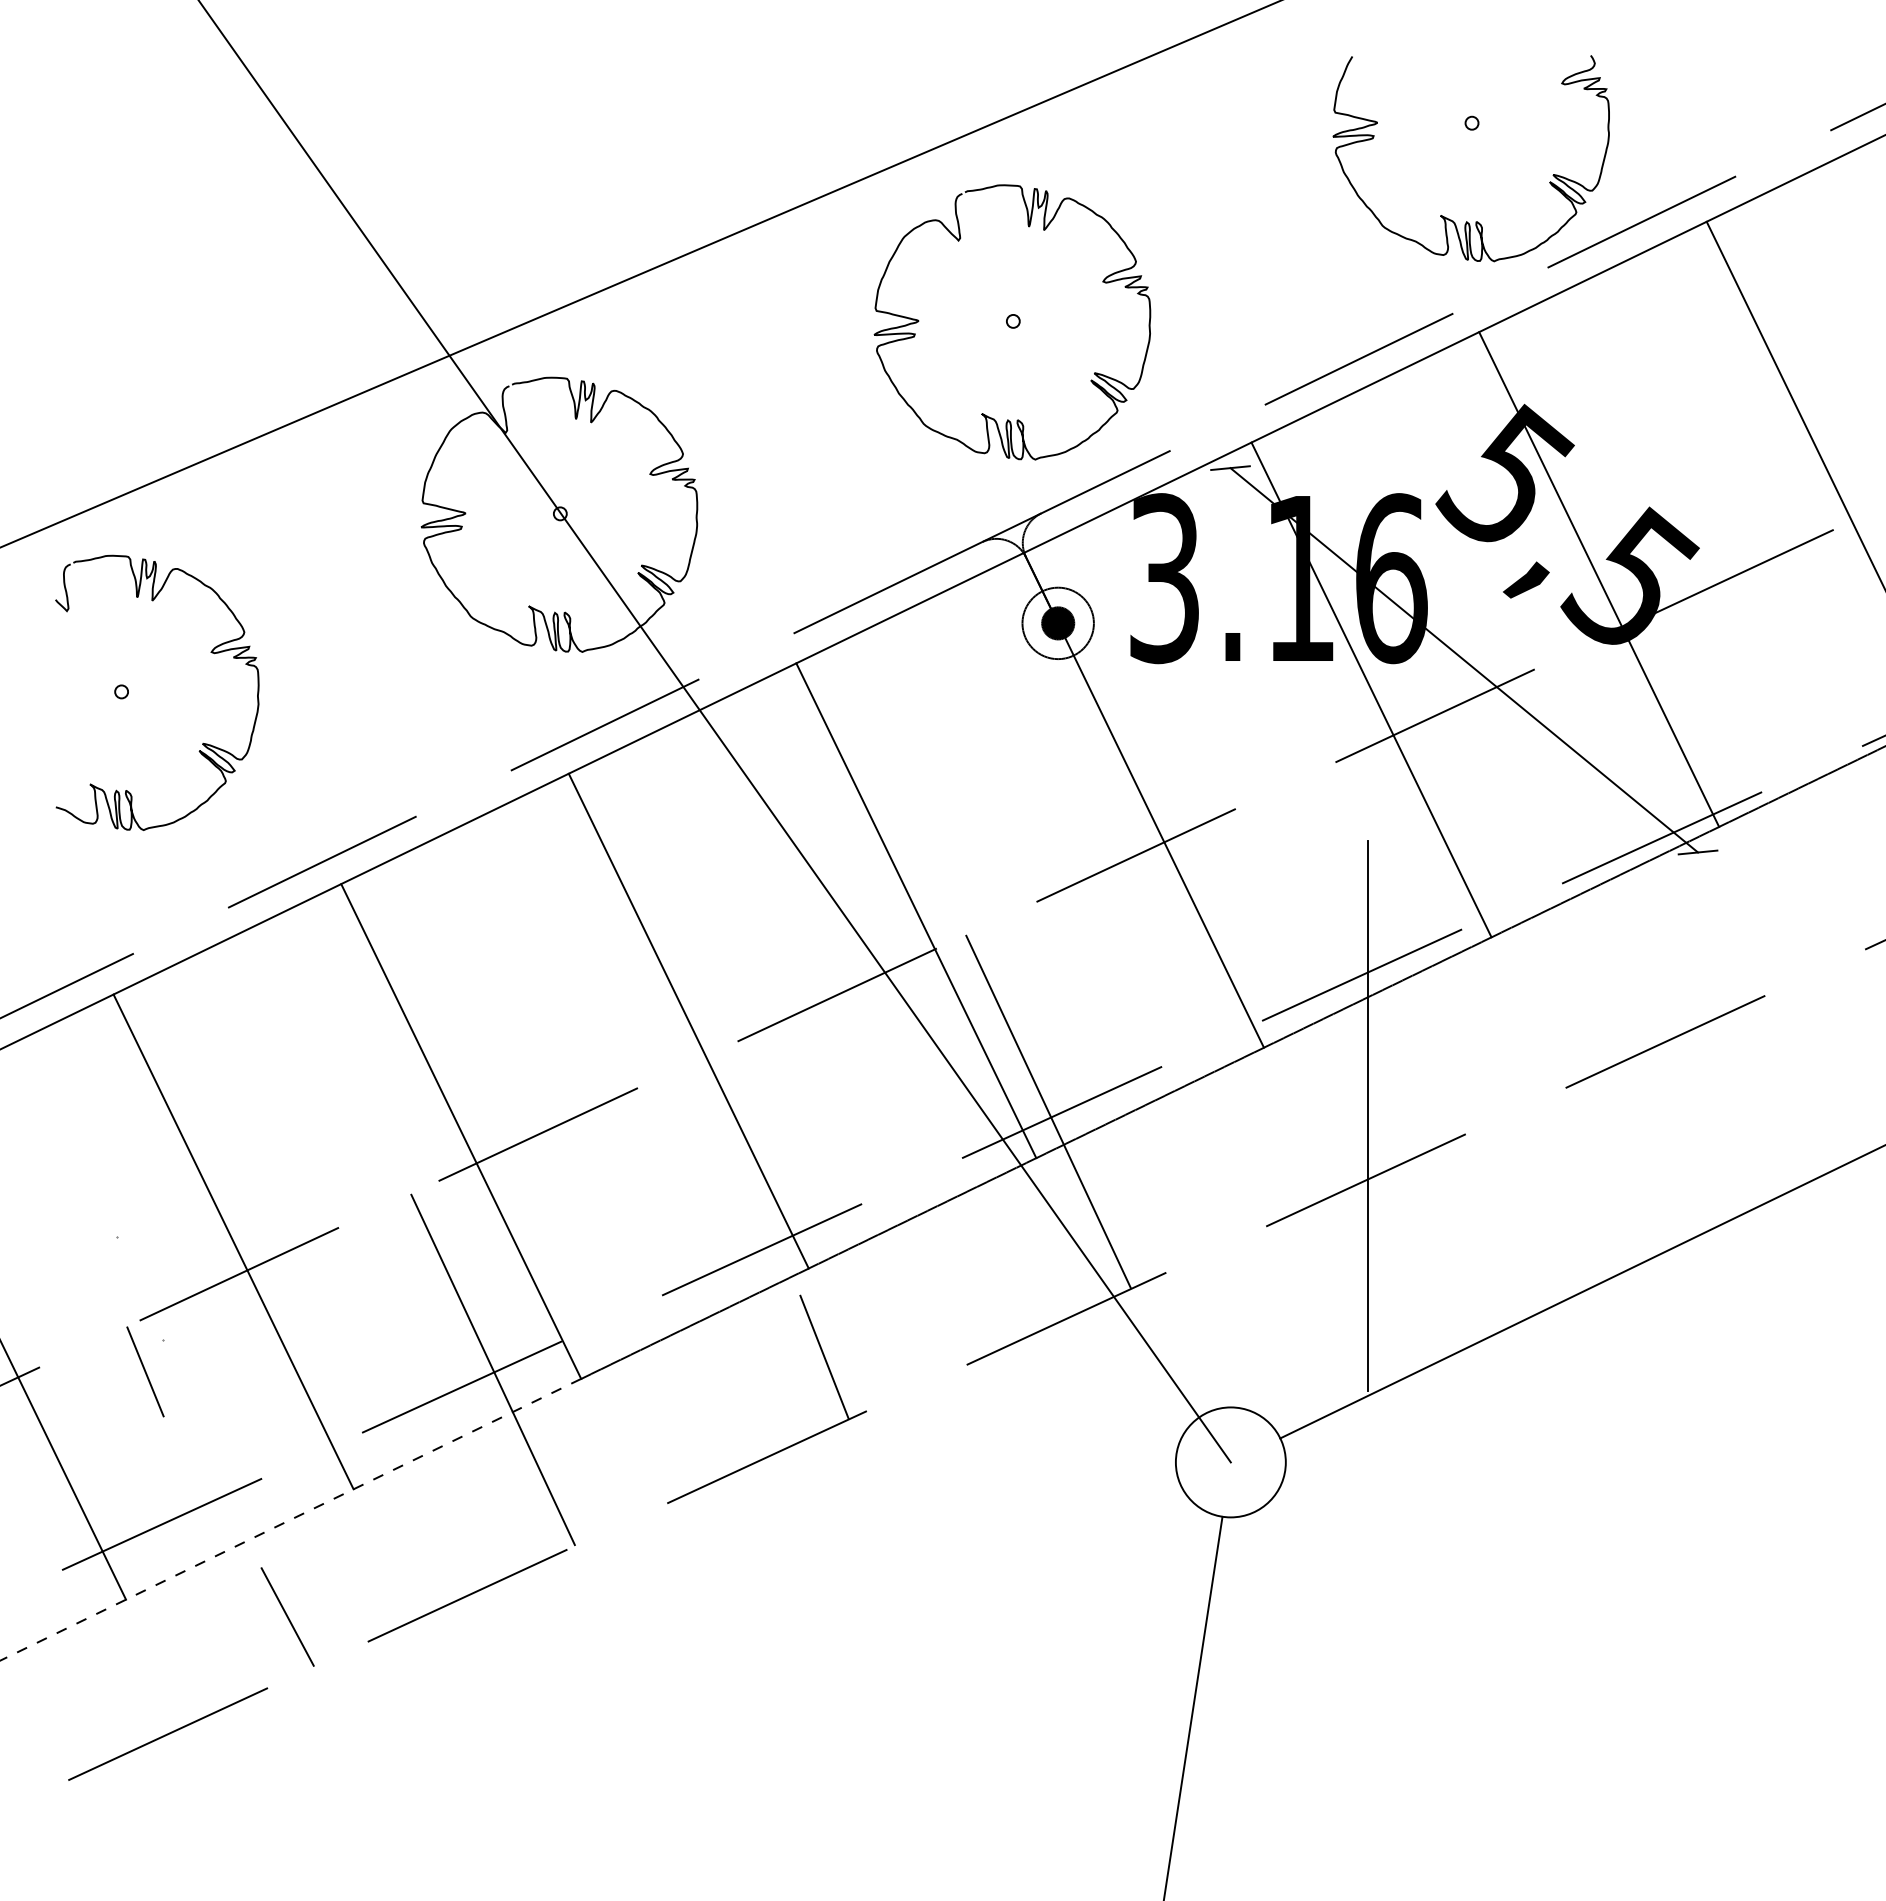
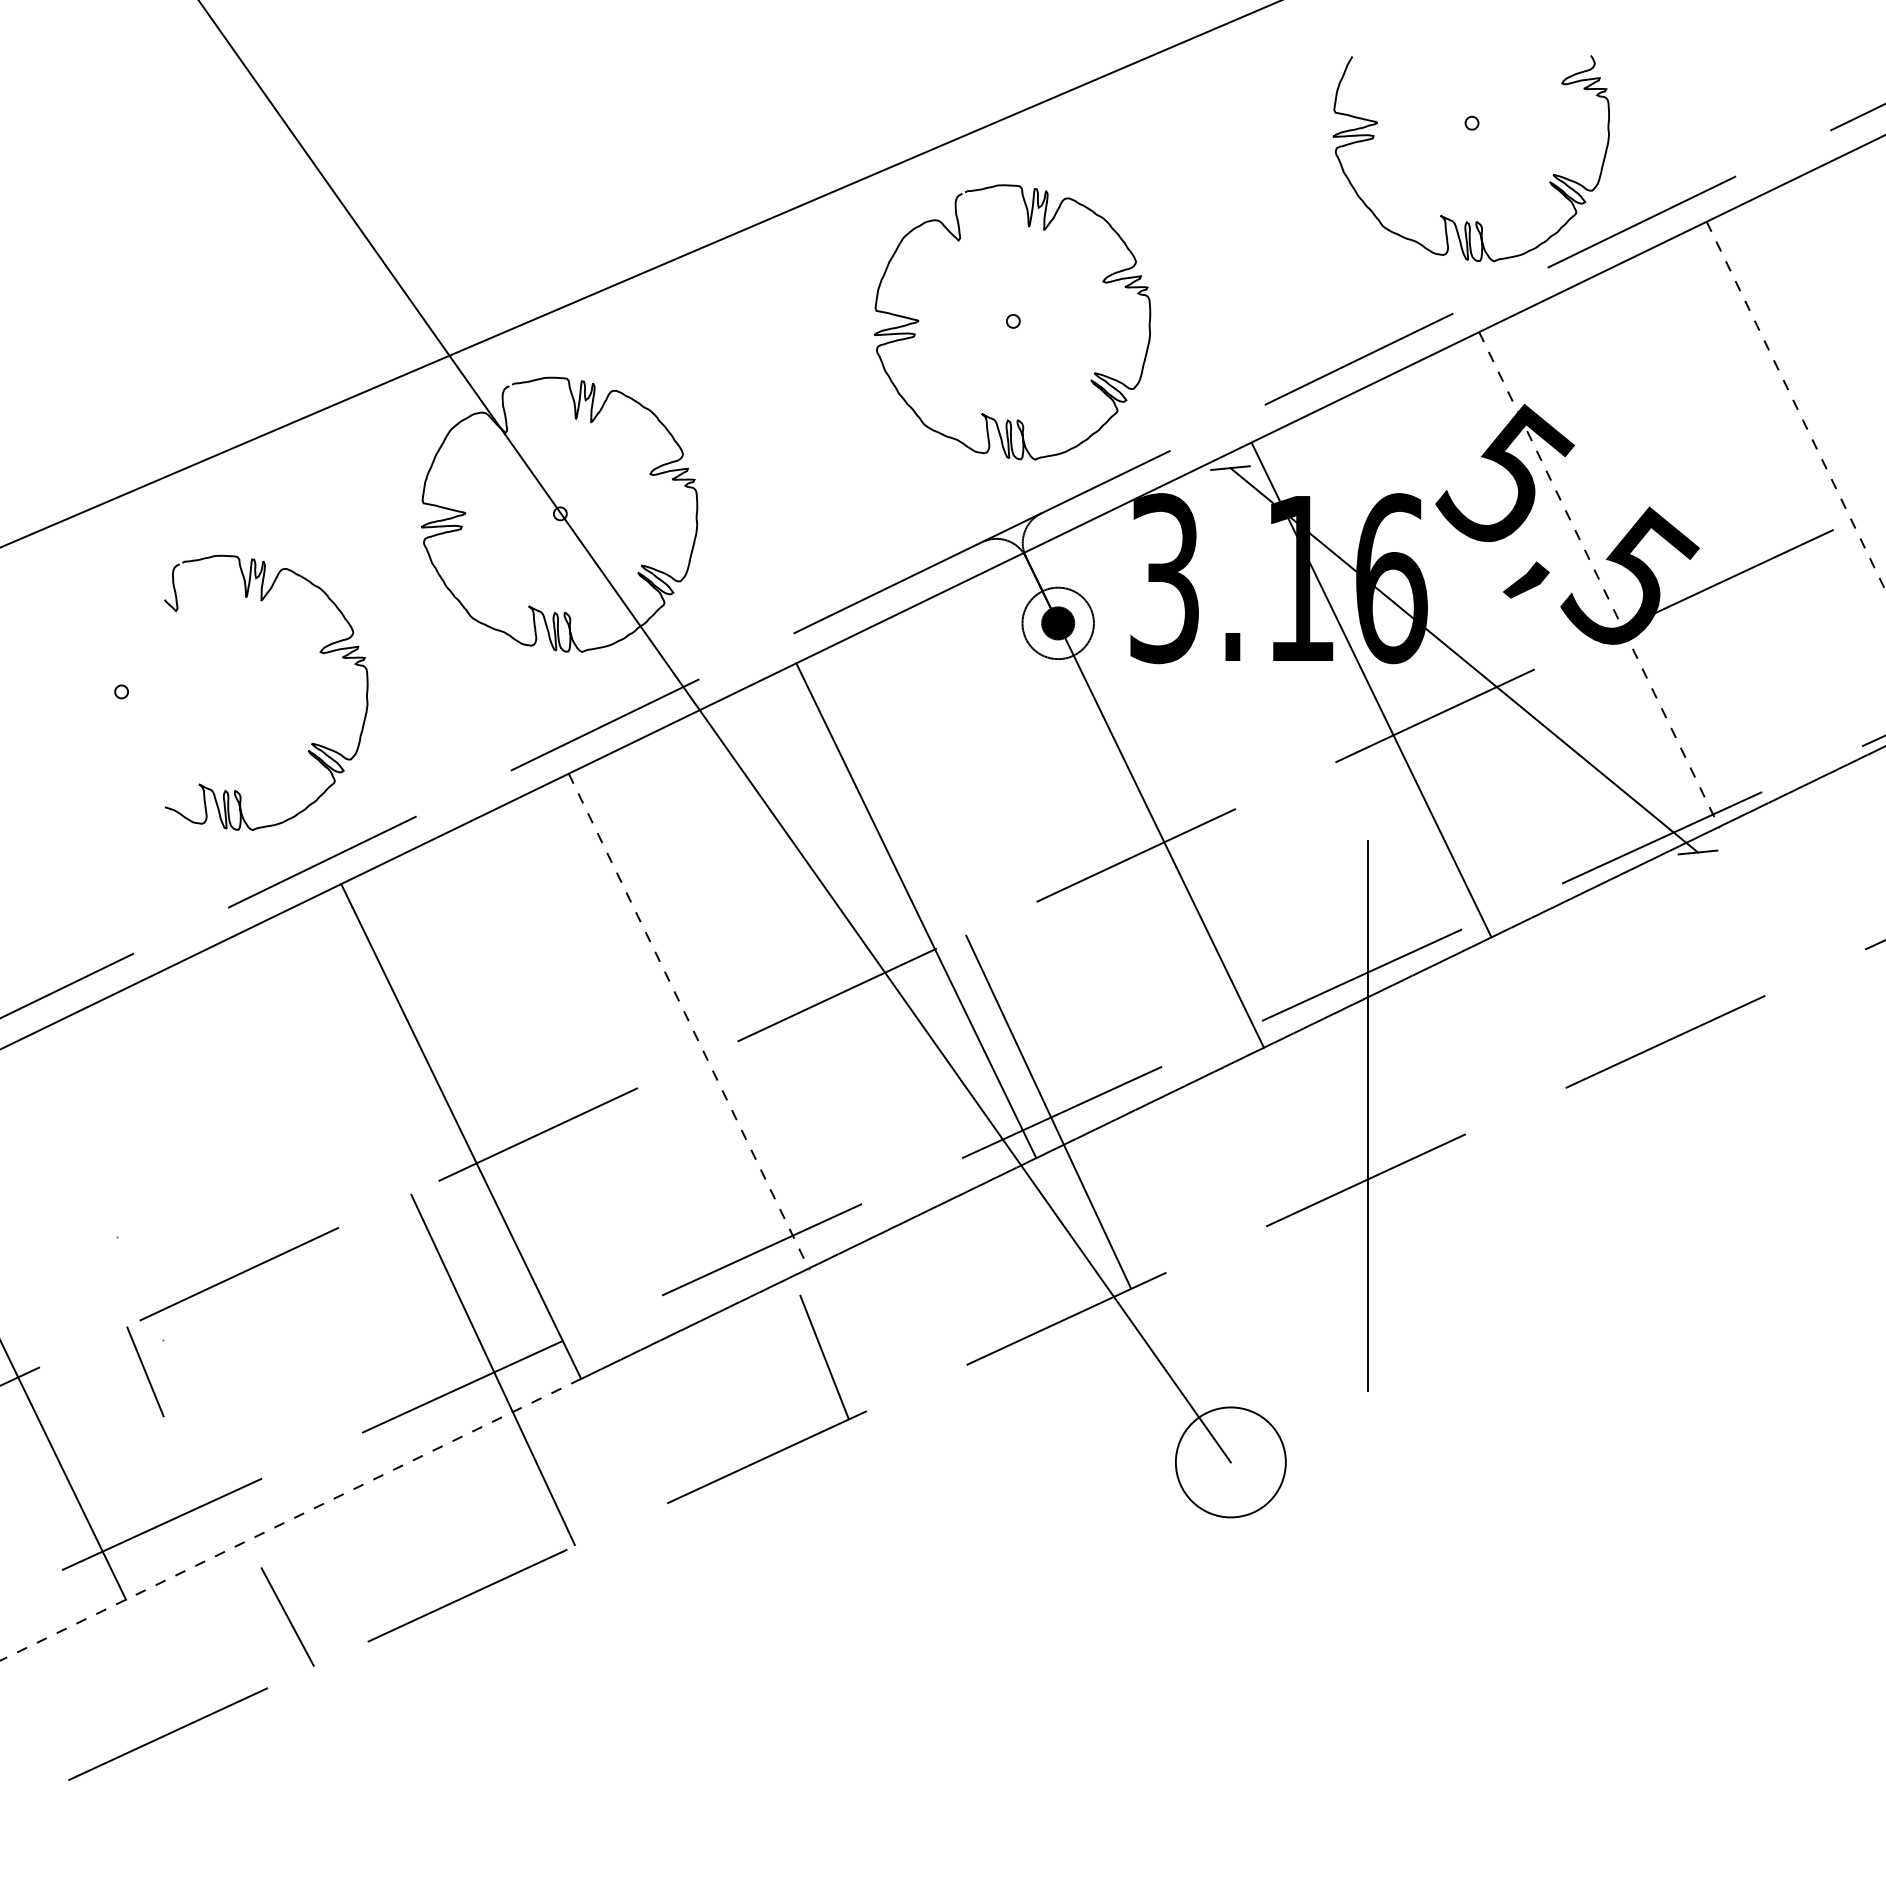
line at (1796, 406): solid -> dashed
line at (1599, 579): solid -> dashed
part at (210, 652) position: (210, 652) -> (319, 652)
line at (688, 1021): solid -> dashed
line at (233, 1241): present -> none
line at (1581, 1292): present -> none
line at (1193, 1706): present -> none
